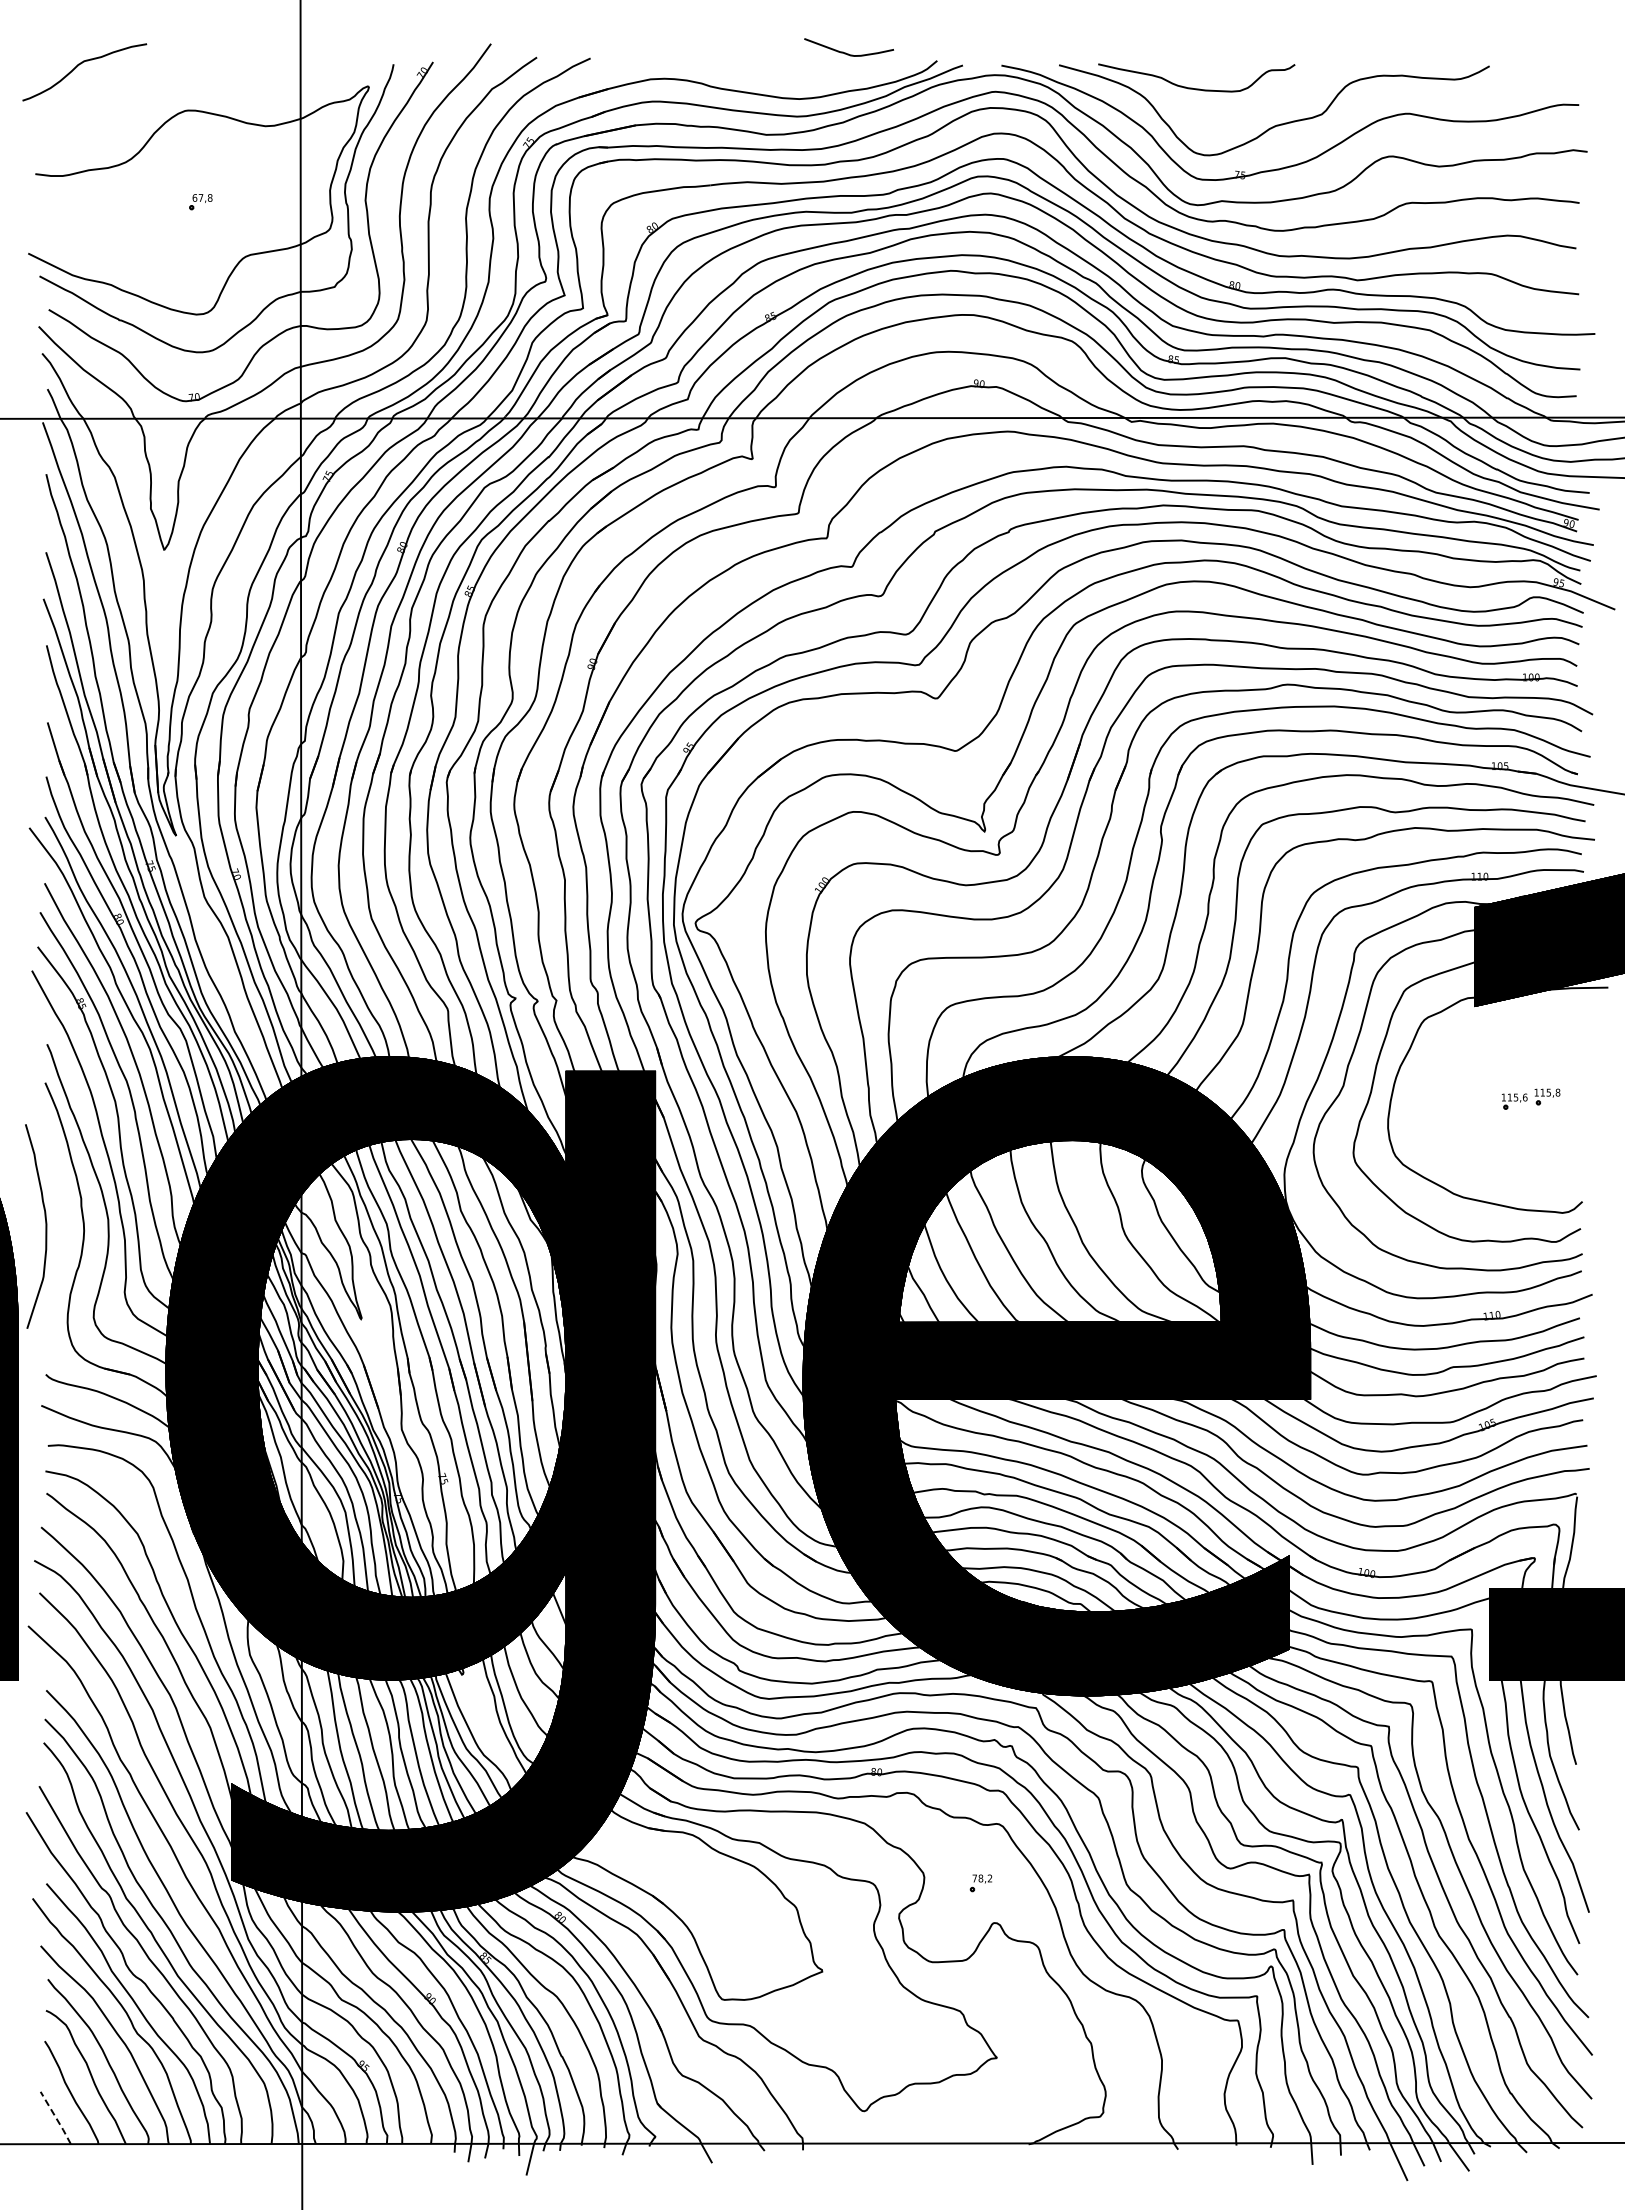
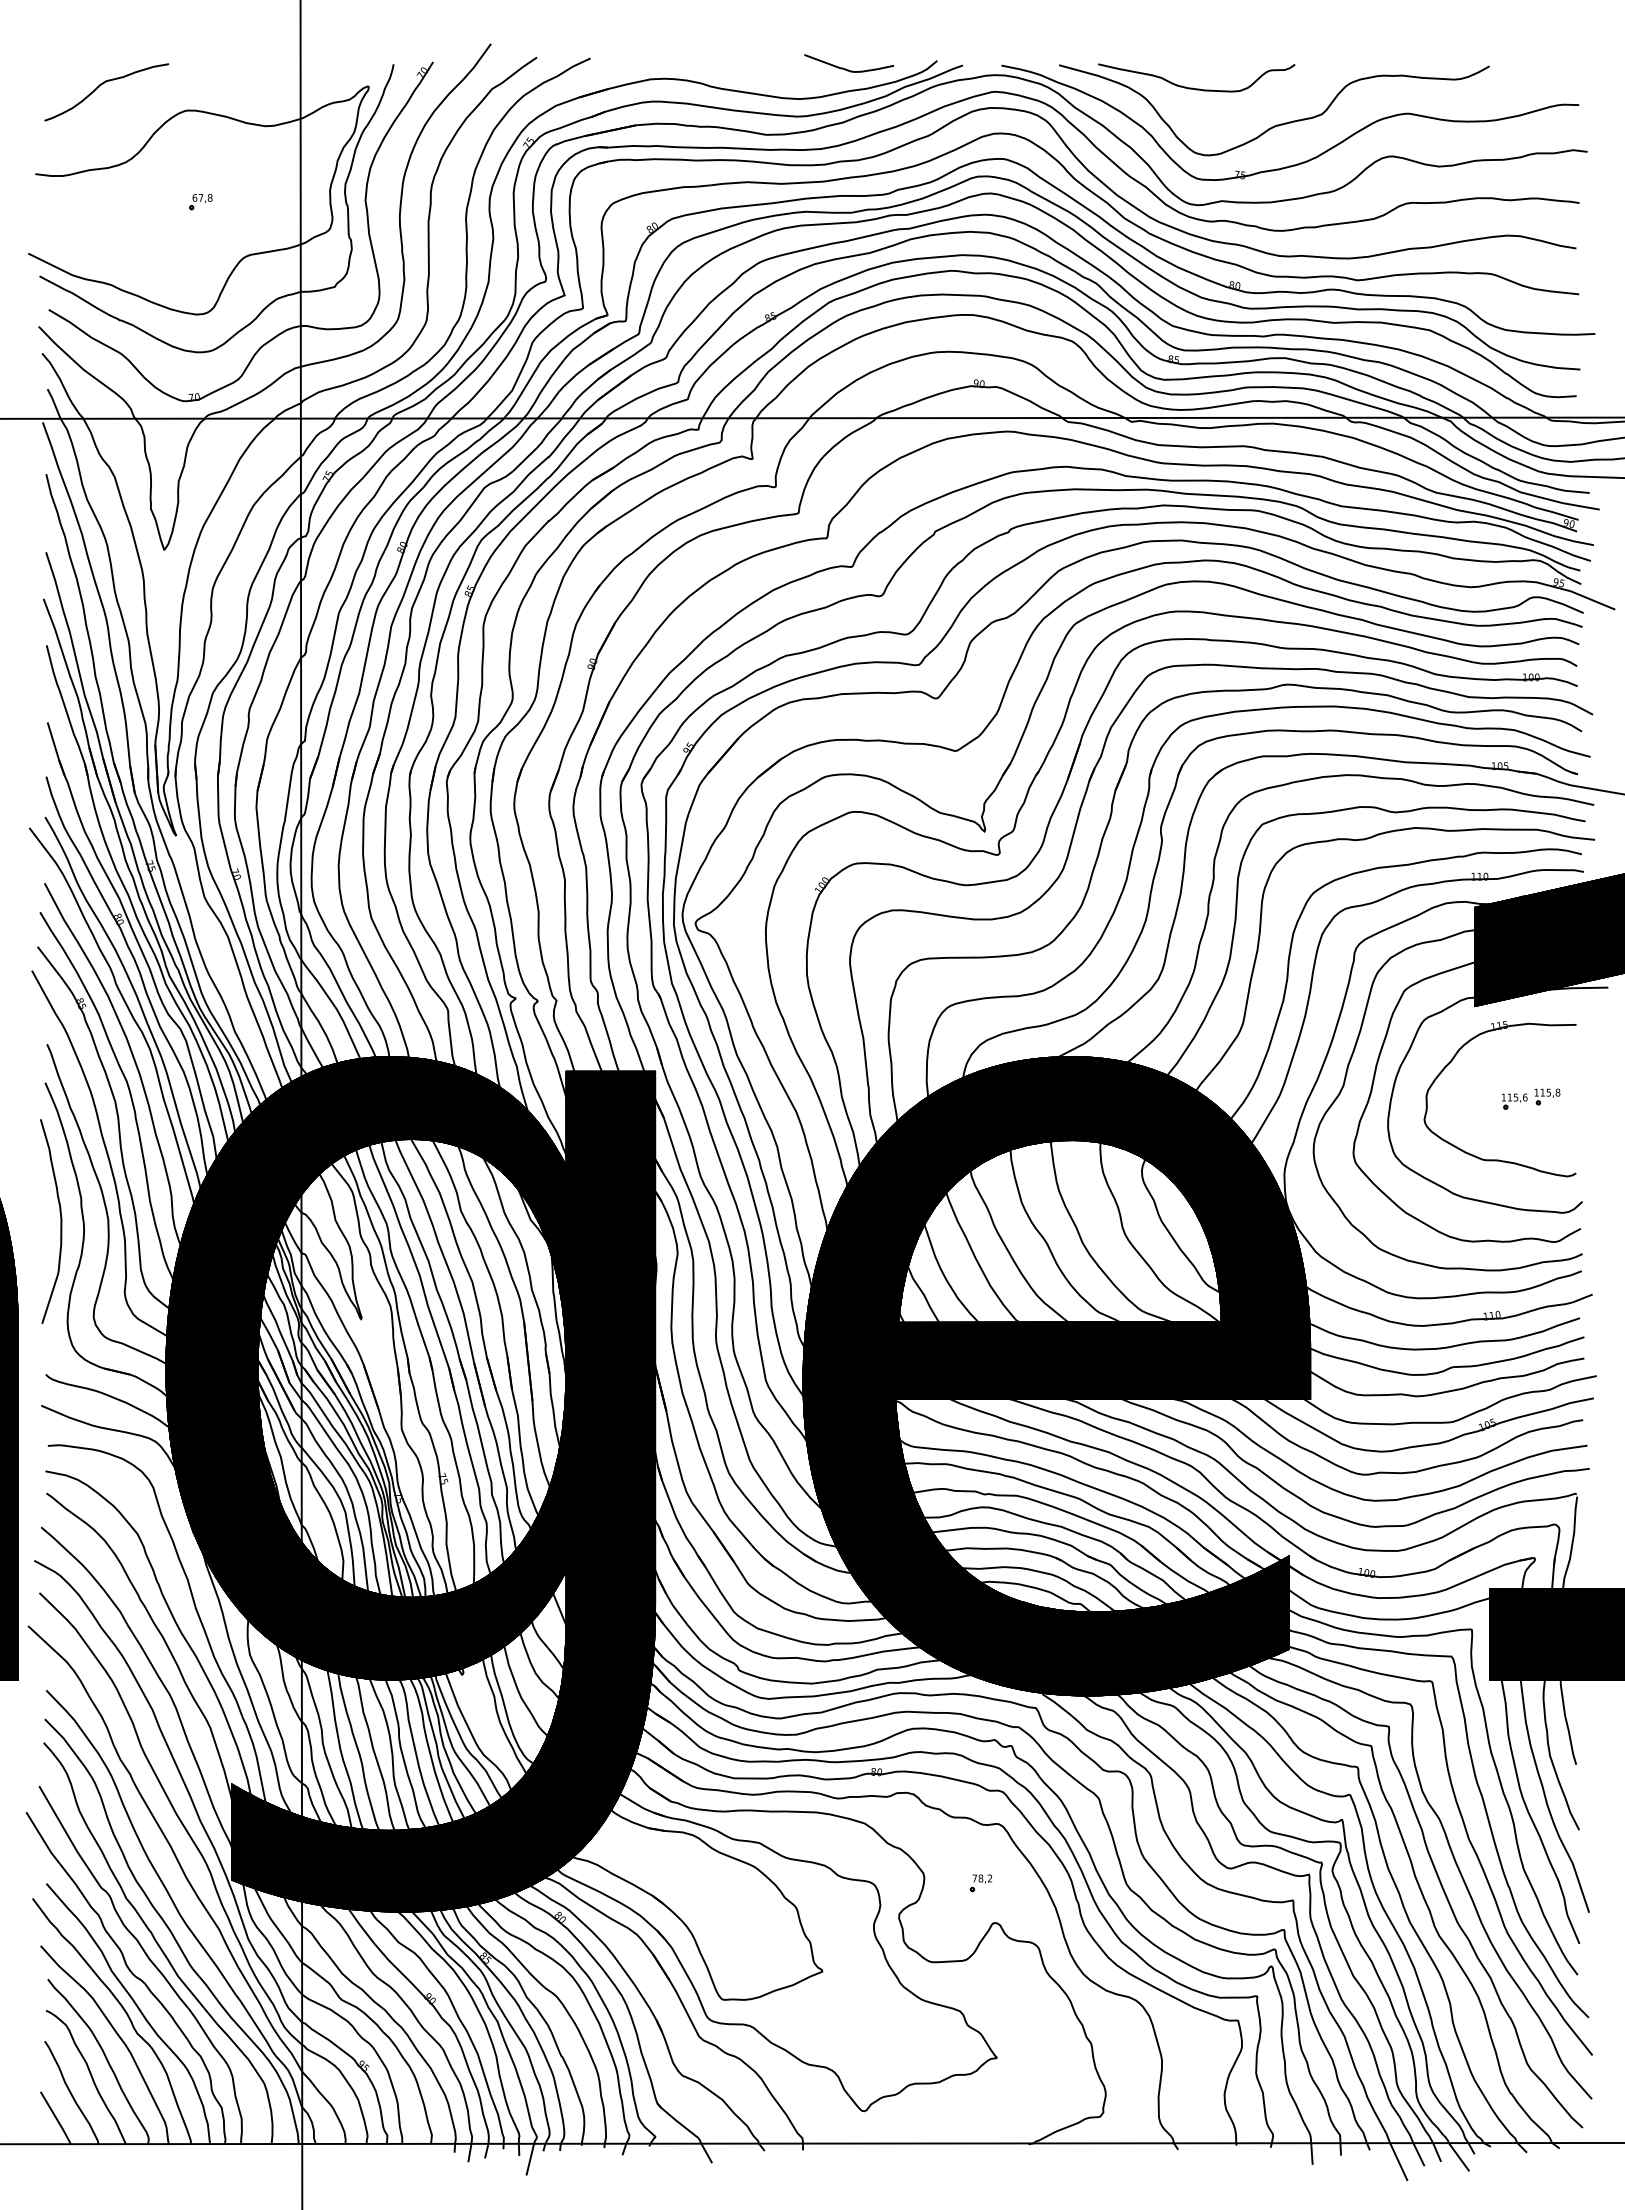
curve at (848, 53) position: (848, 53) -> (848, 69)
curve at (78, 66) position: (78, 66) -> (100, 86)
part at (1499, 1159): none -> present
curve at (45, 1226) position: (45, 1226) -> (60, 1221)
line at (56, 2118): dashed -> solid
